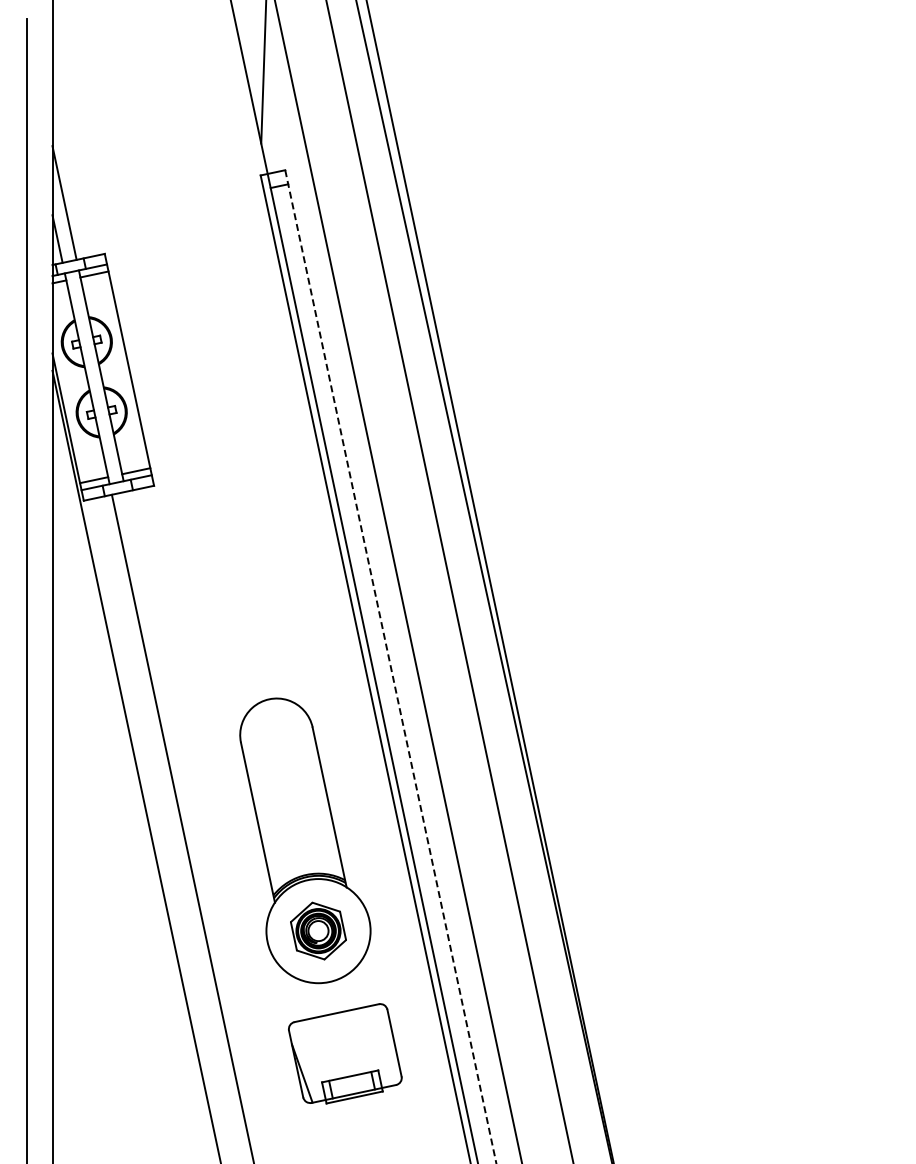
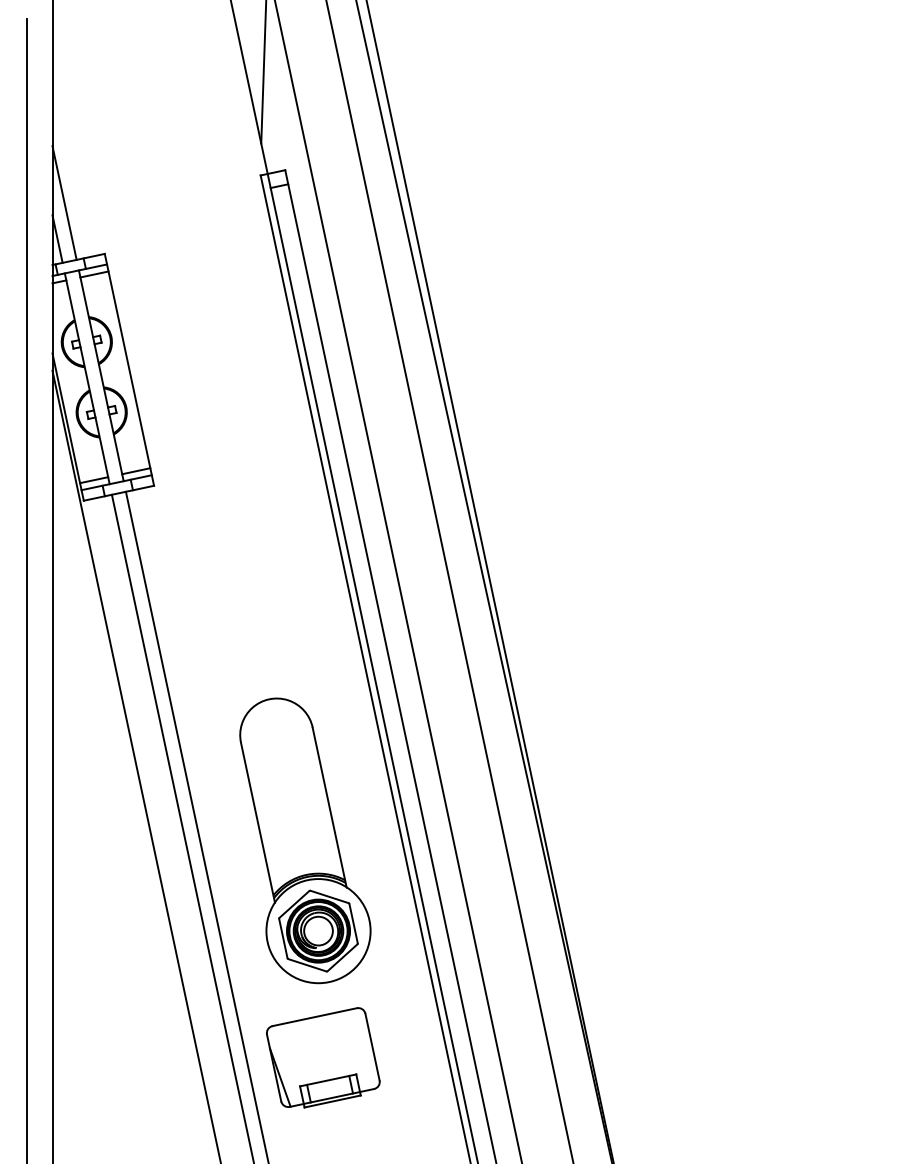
line at (390, 667): dashed -> solid
line at (196, 825): none -> present
part at (318, 930) size: 57x60 px -> 81x84 px
part at (345, 1053) position: (345, 1053) -> (323, 1057)
